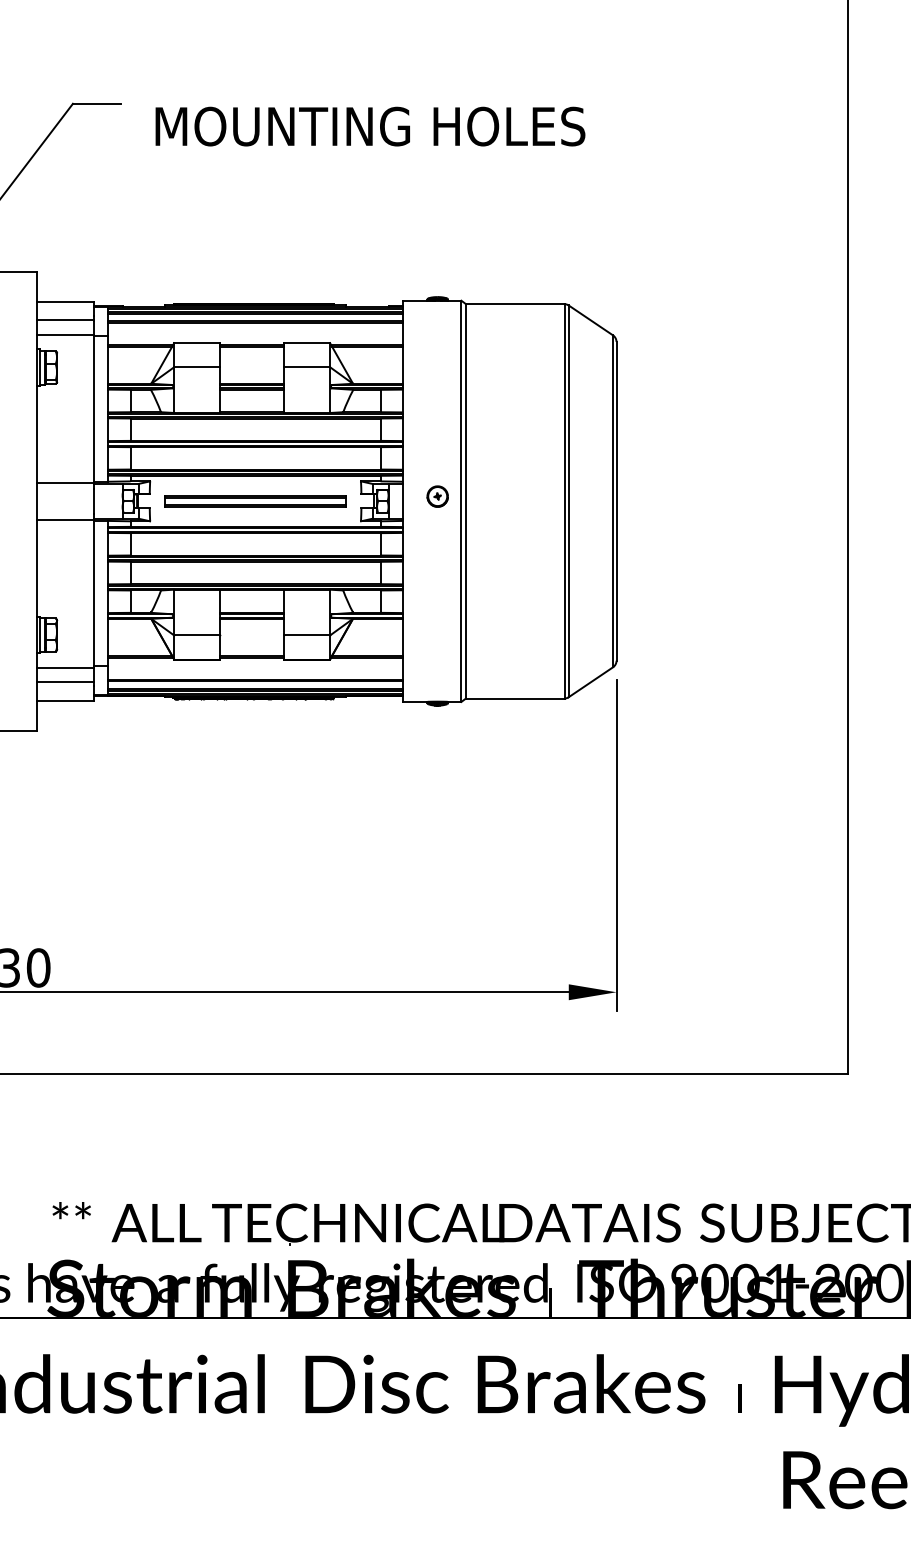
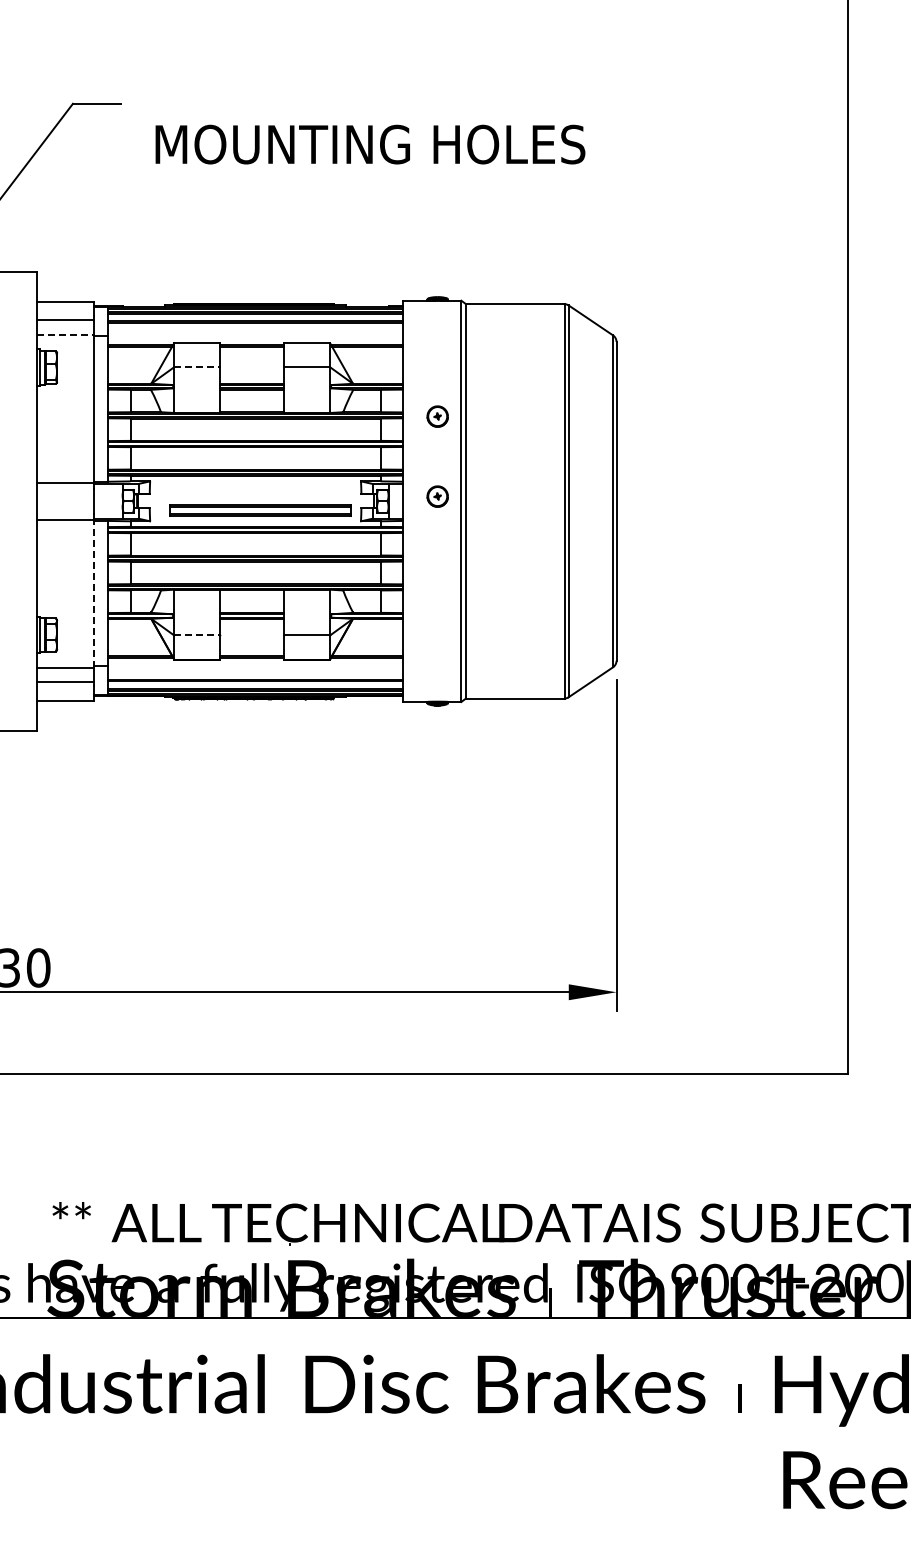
text at (370, 126) position: (370, 126) -> (370, 144)
line at (65, 334): solid -> dashed
line at (197, 367): solid -> dashed
part at (437, 416): none -> present
part at (255, 501) position: (255, 501) -> (260, 510)
line at (93, 593): solid -> dashed
line at (197, 635): solid -> dashed
